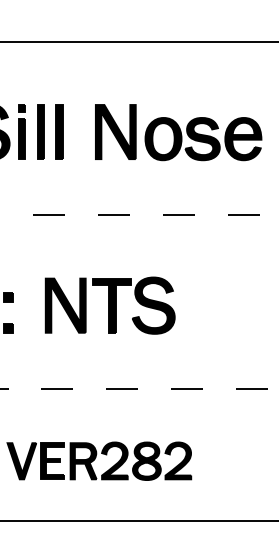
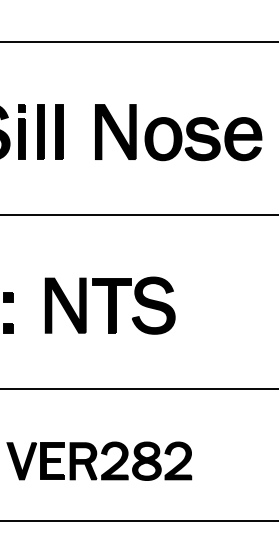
line at (139, 215): dashed -> solid
line at (139, 389): dashed -> solid
